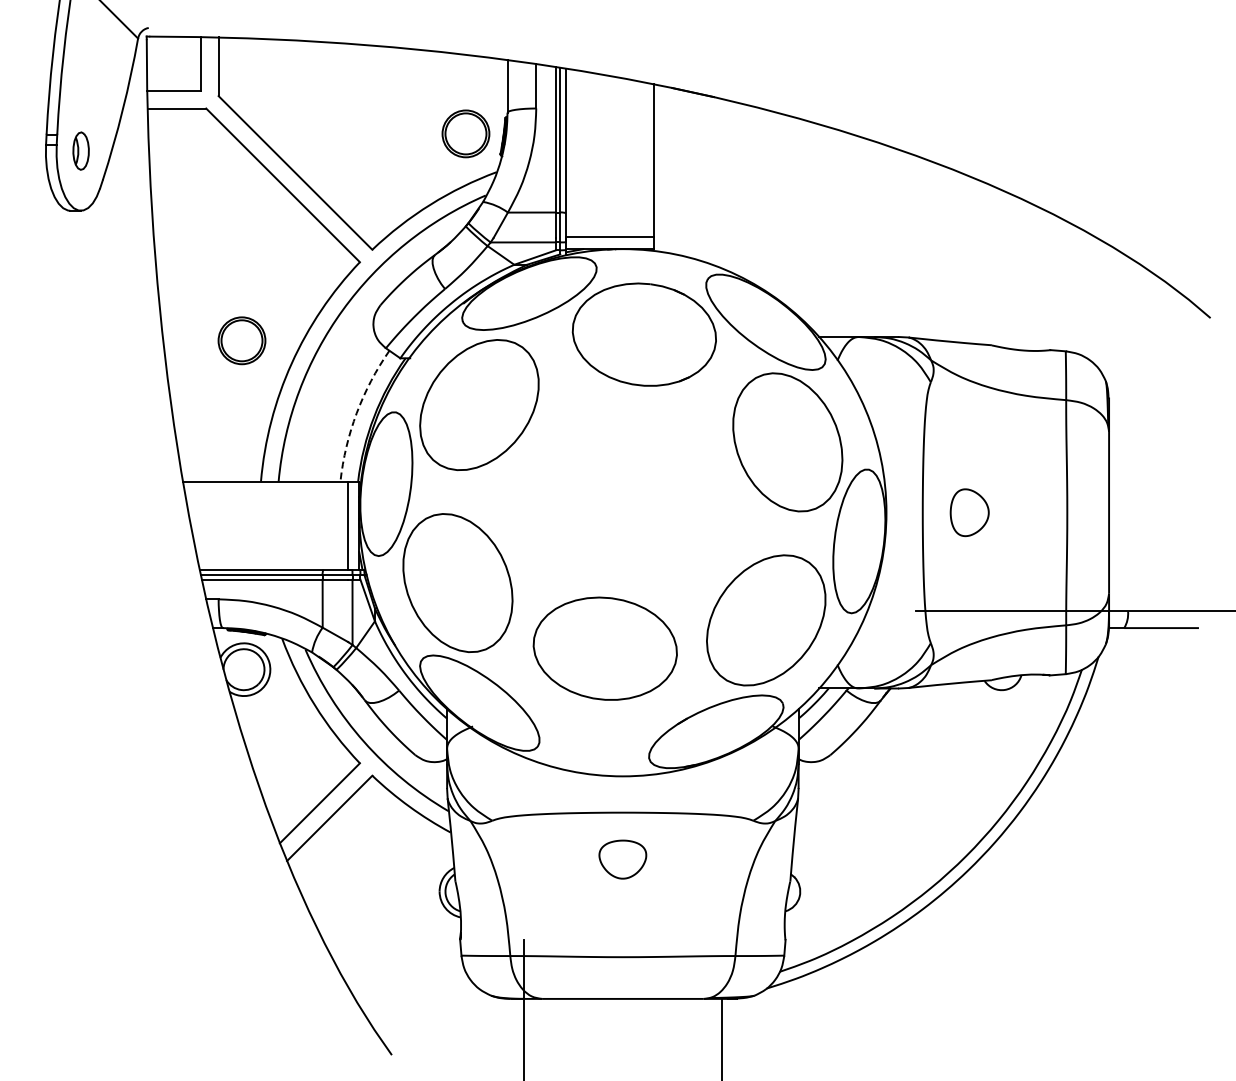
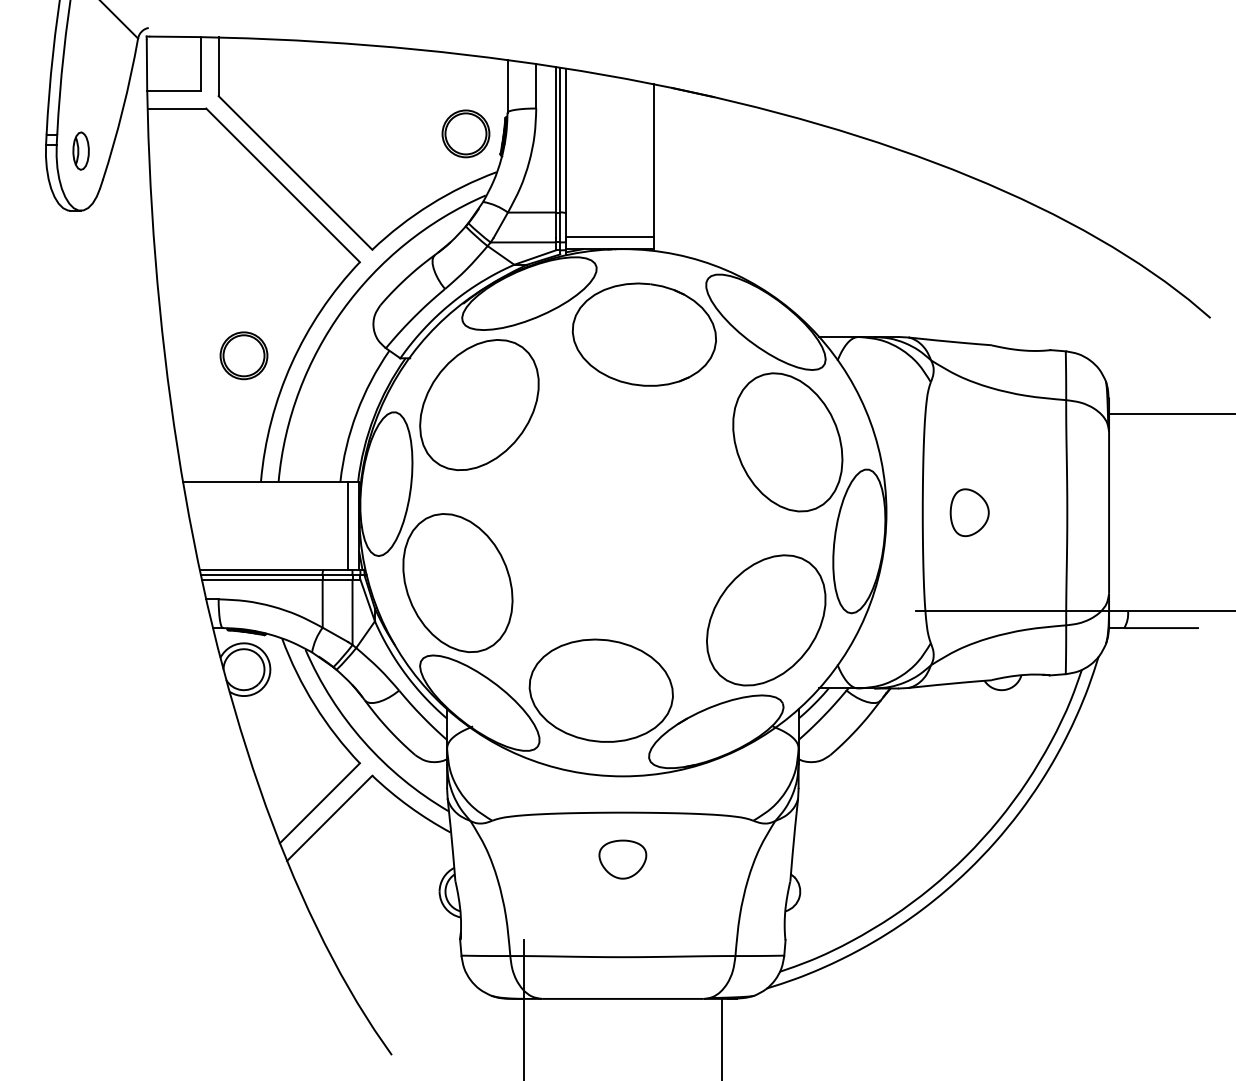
part at (241, 340) position: (241, 340) -> (243, 355)
arc at (356, 413): dashed -> solid
line at (1170, 414): none -> present
part at (604, 648) position: (604, 648) -> (600, 690)
